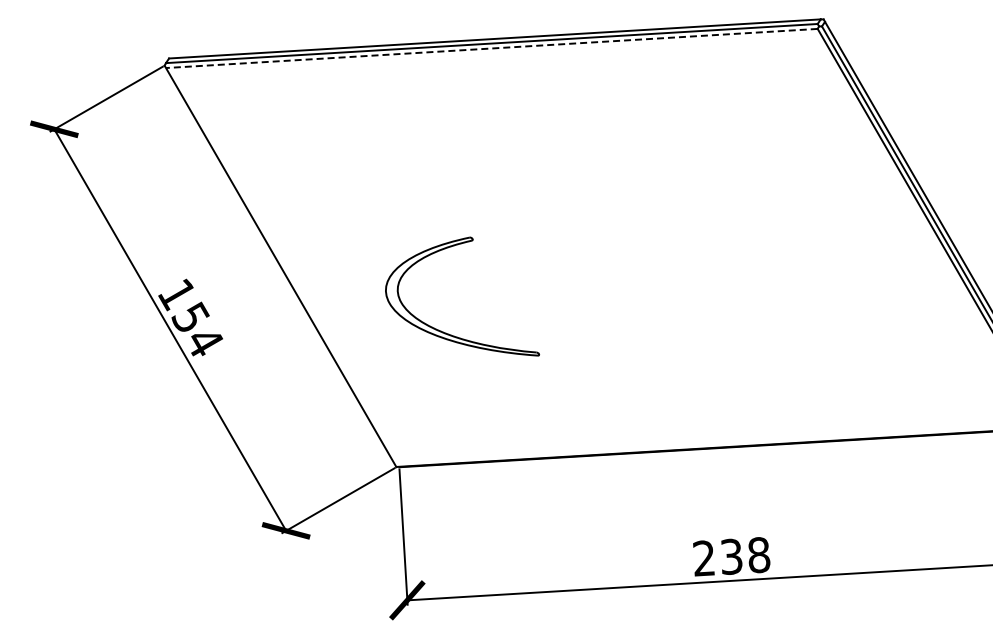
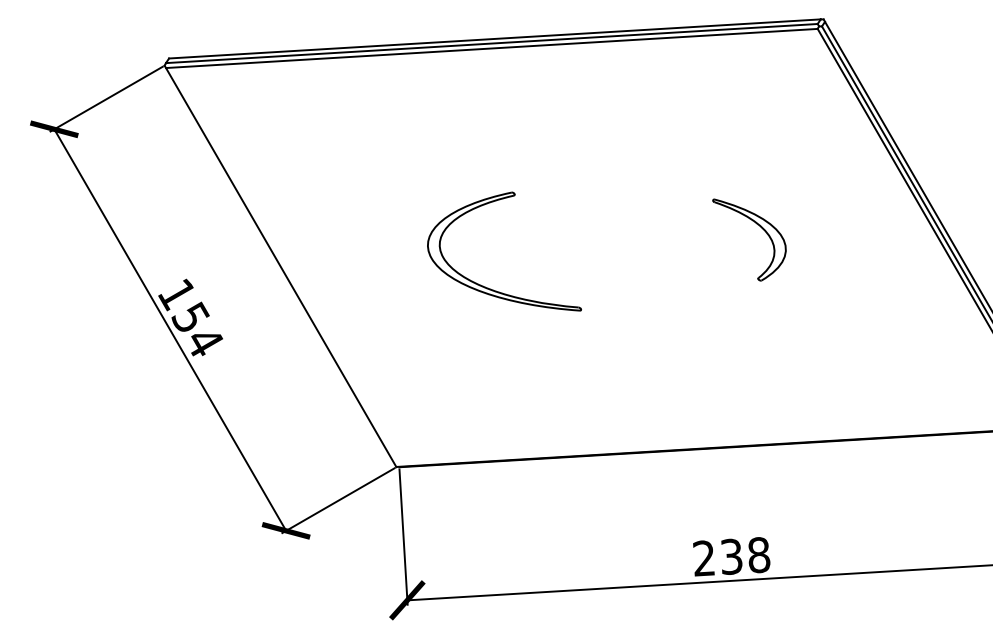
line at (491, 48): dashed -> solid
part at (760, 227): none -> present
part at (446, 332) position: (446, 332) -> (488, 287)
